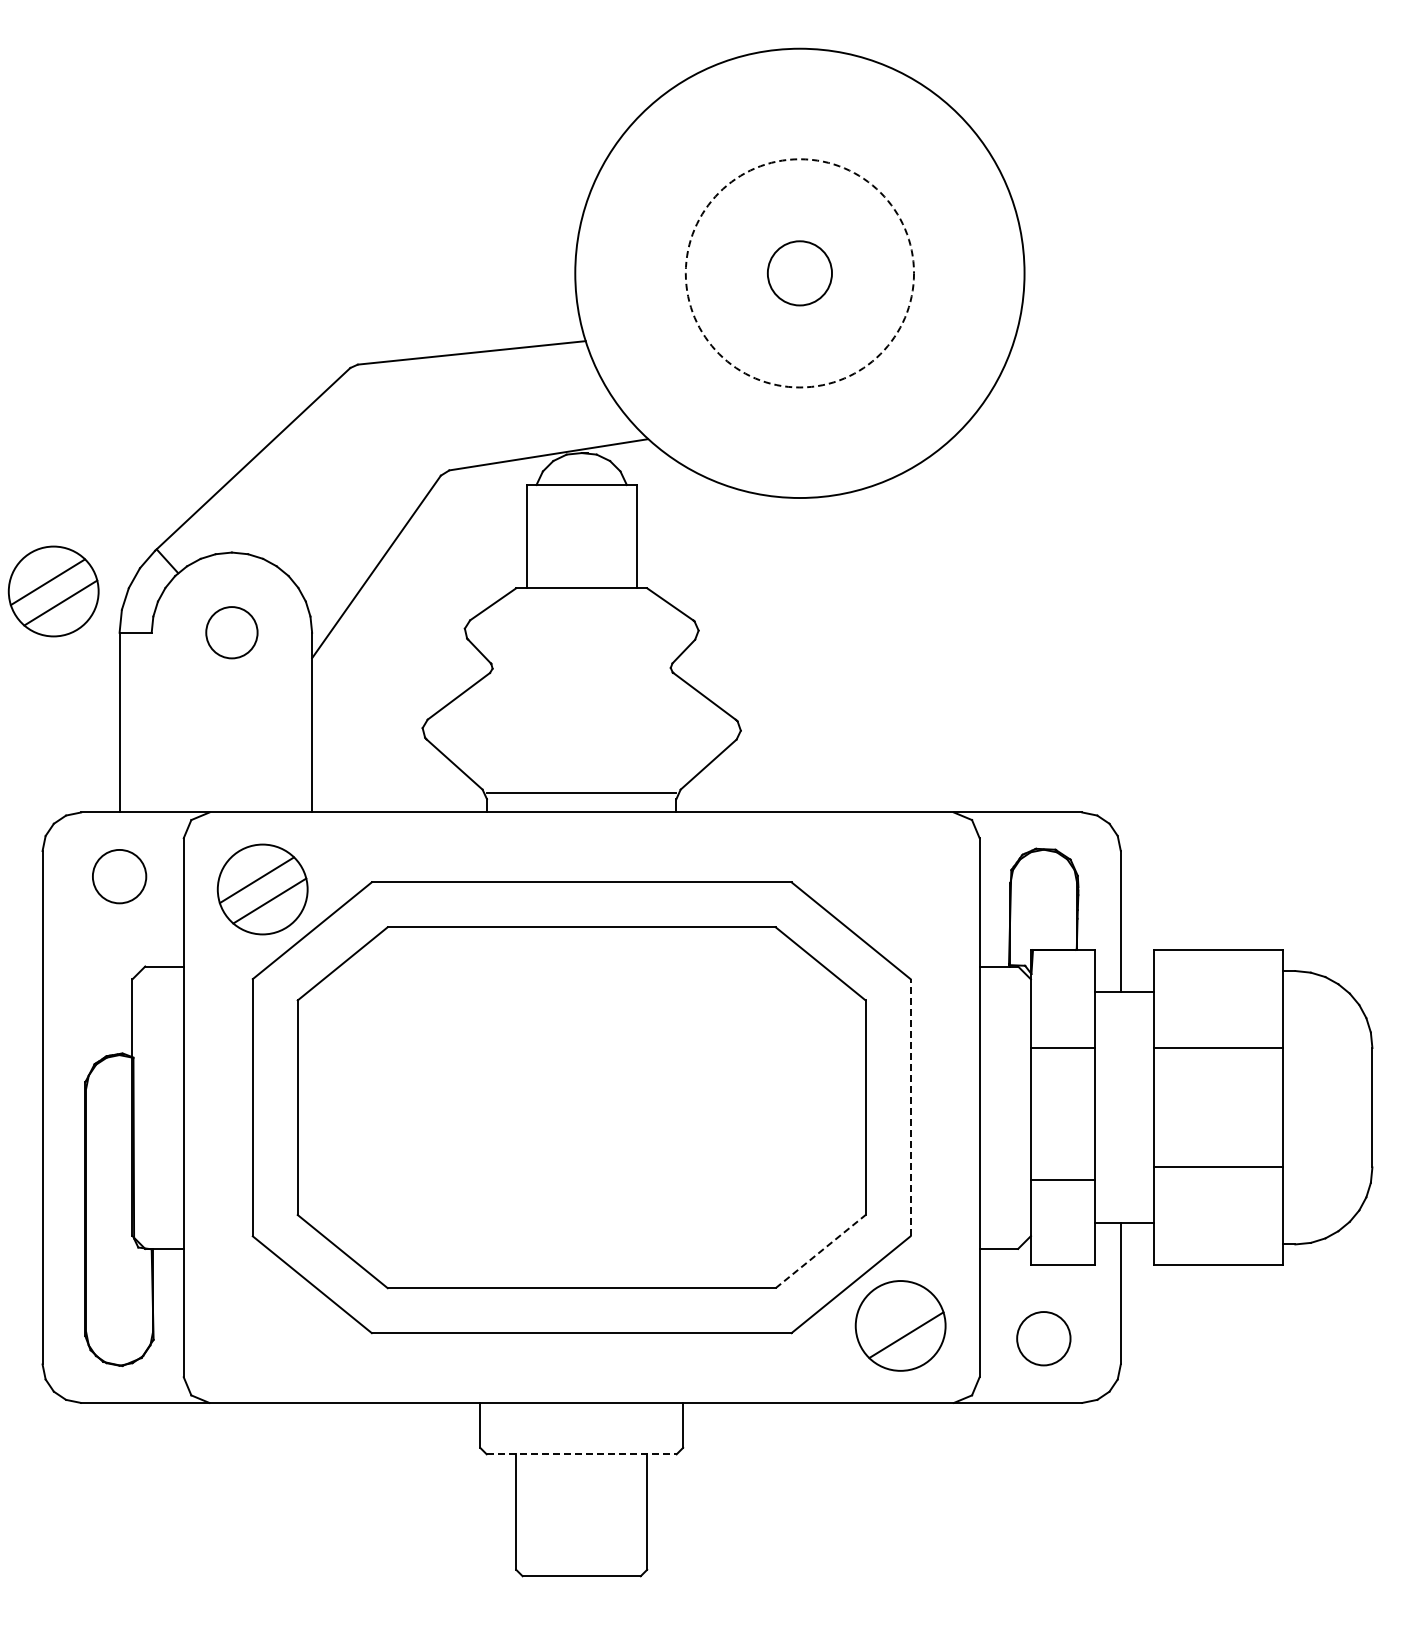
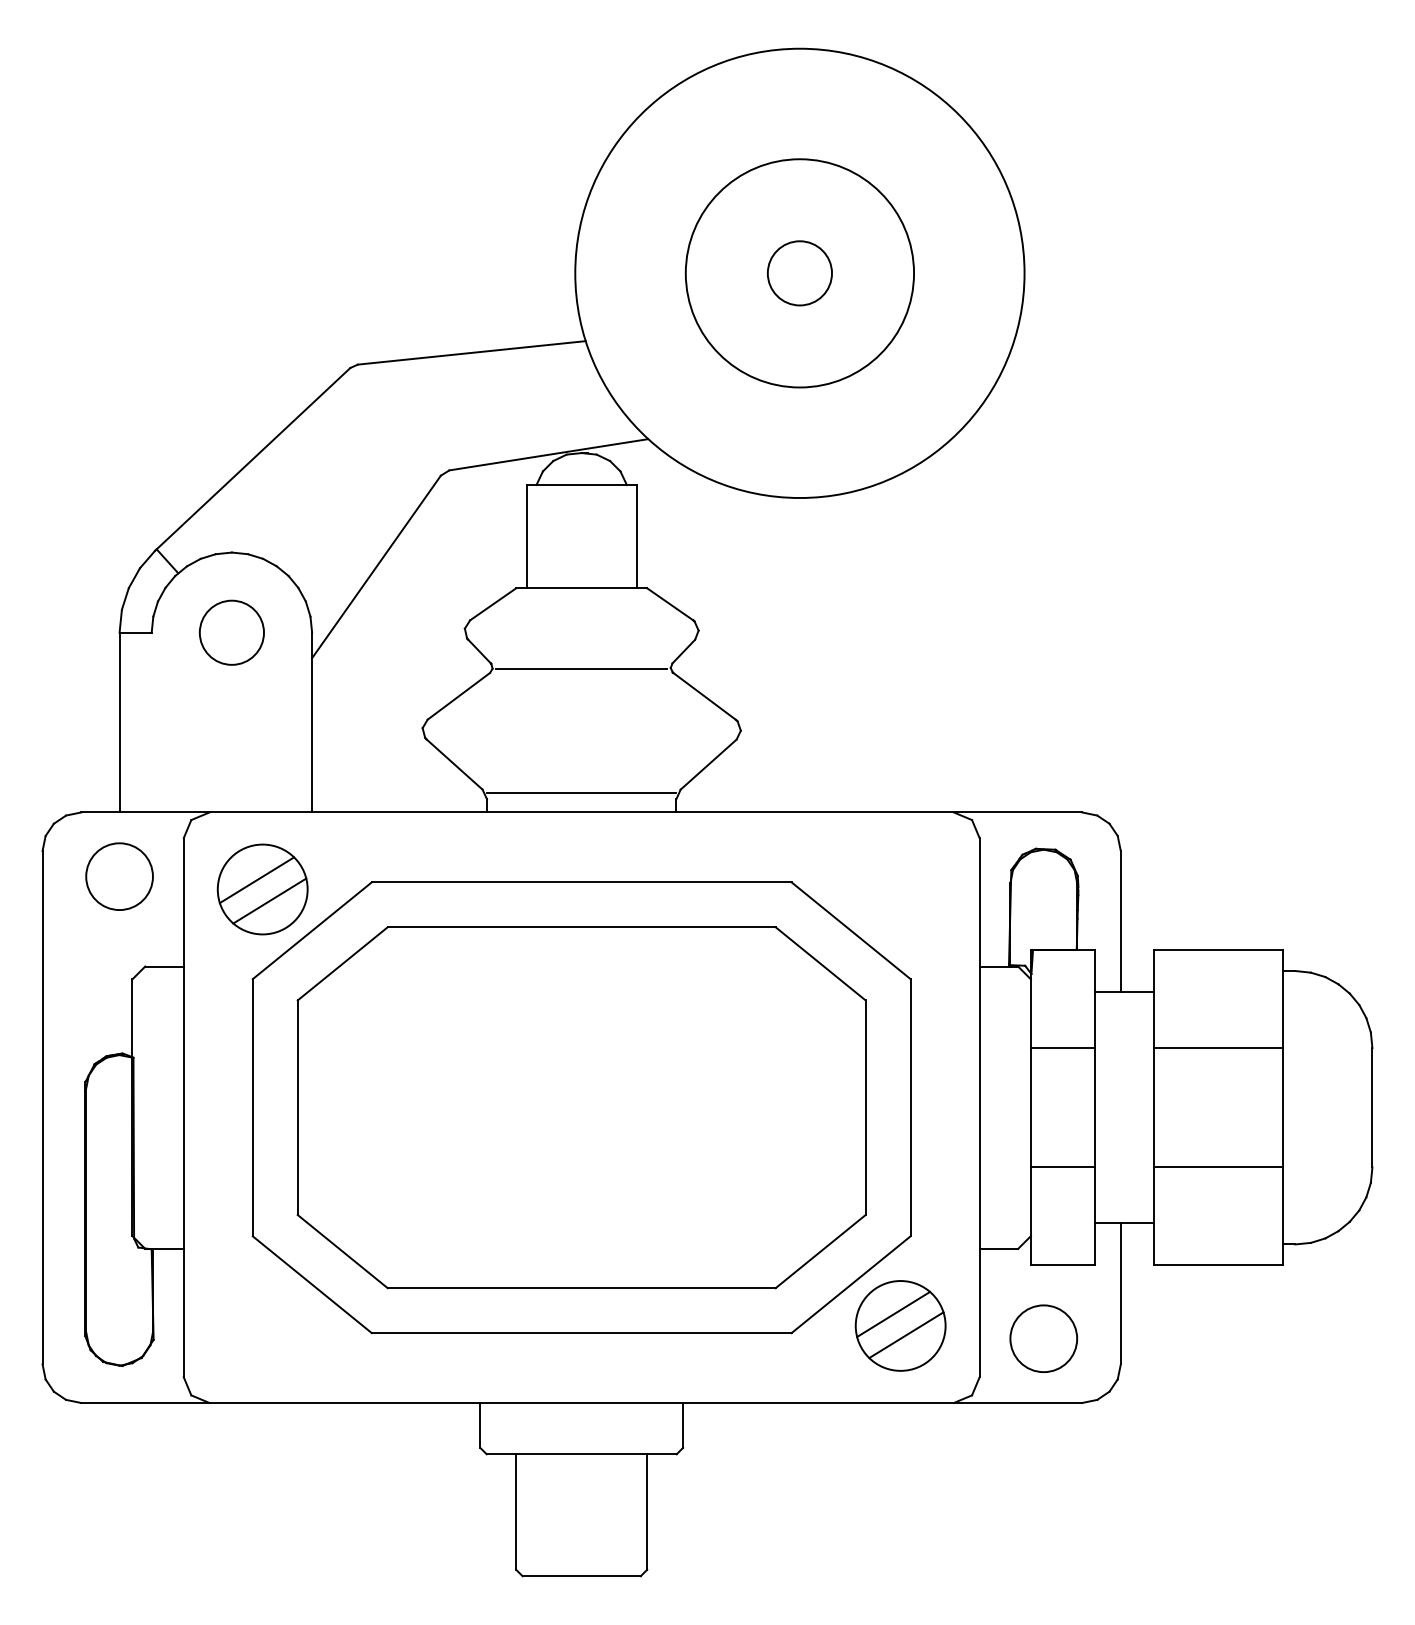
circle at (799, 273): dashed -> solid
part at (53, 591): present -> none
circle at (231, 632) size: 54x54 px -> 66x67 px
line at (581, 668): none -> present
circle at (119, 876) size: 56x56 px -> 69x69 px
line at (910, 1107): dashed -> solid
line at (1062, 1180) position: (1062, 1180) -> (1062, 1167)
line at (820, 1251): dashed -> solid
line at (893, 1313): none -> present
circle at (1043, 1338) size: 56x56 px -> 70x69 px
line at (581, 1454): dashed -> solid
